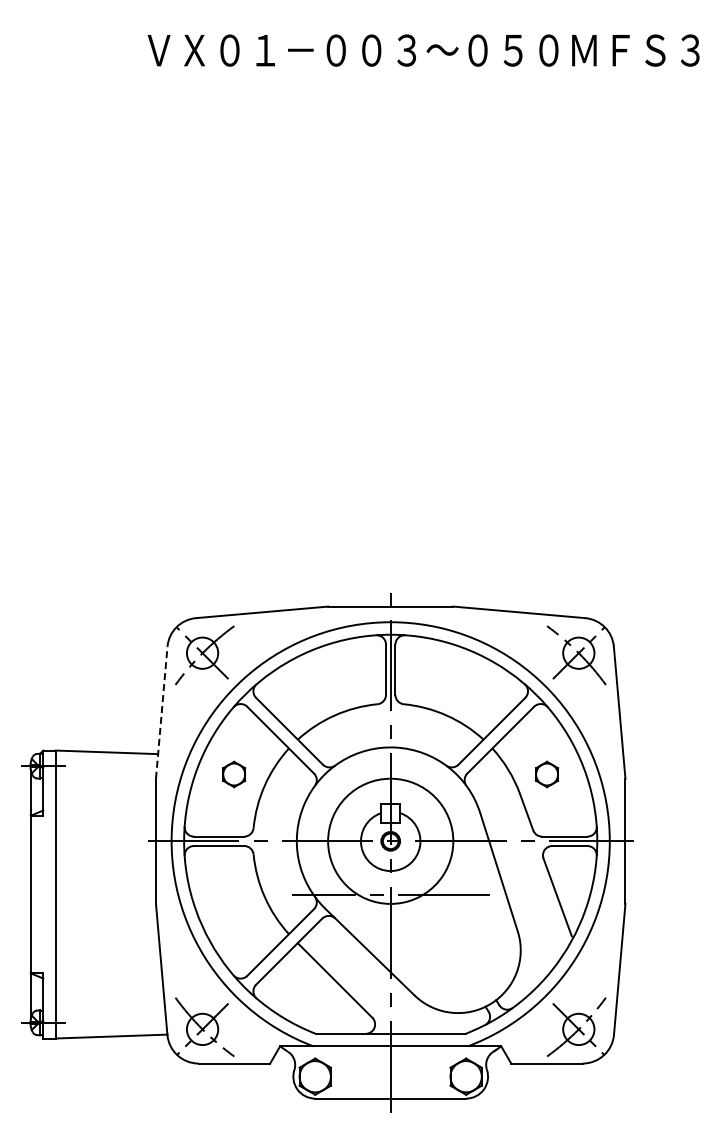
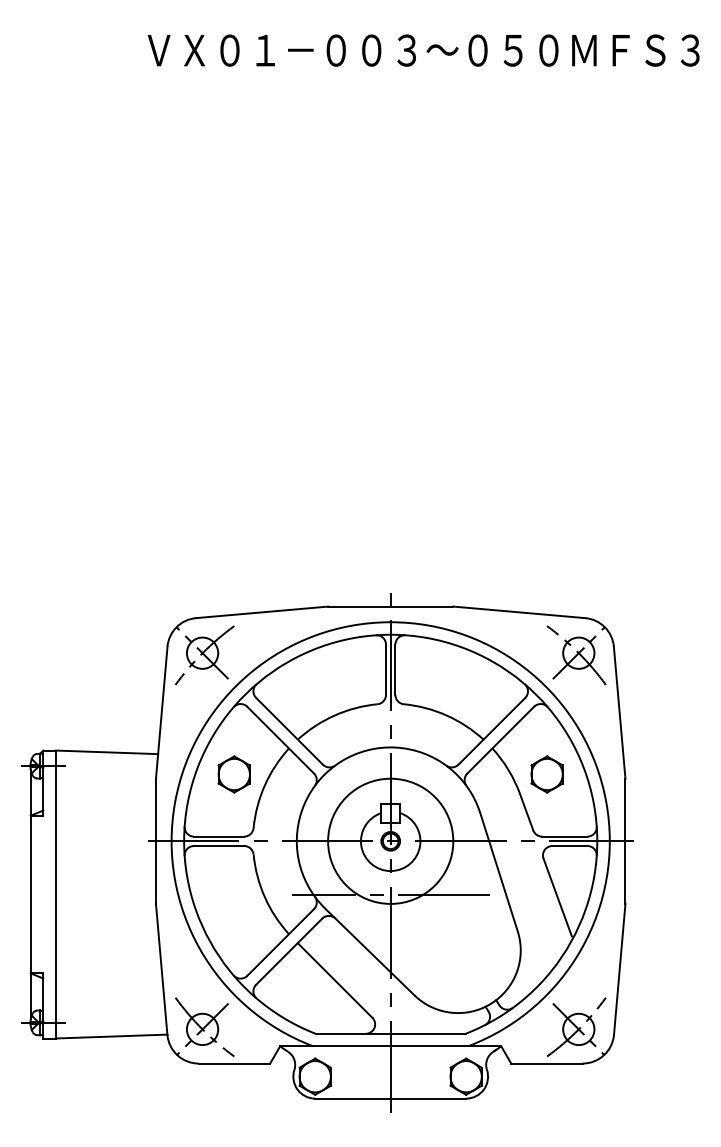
line at (161, 712): dashed -> solid
part at (234, 774) size: 25x29 px -> 34x39 px
part at (546, 774) size: 24x29 px -> 34x39 px
